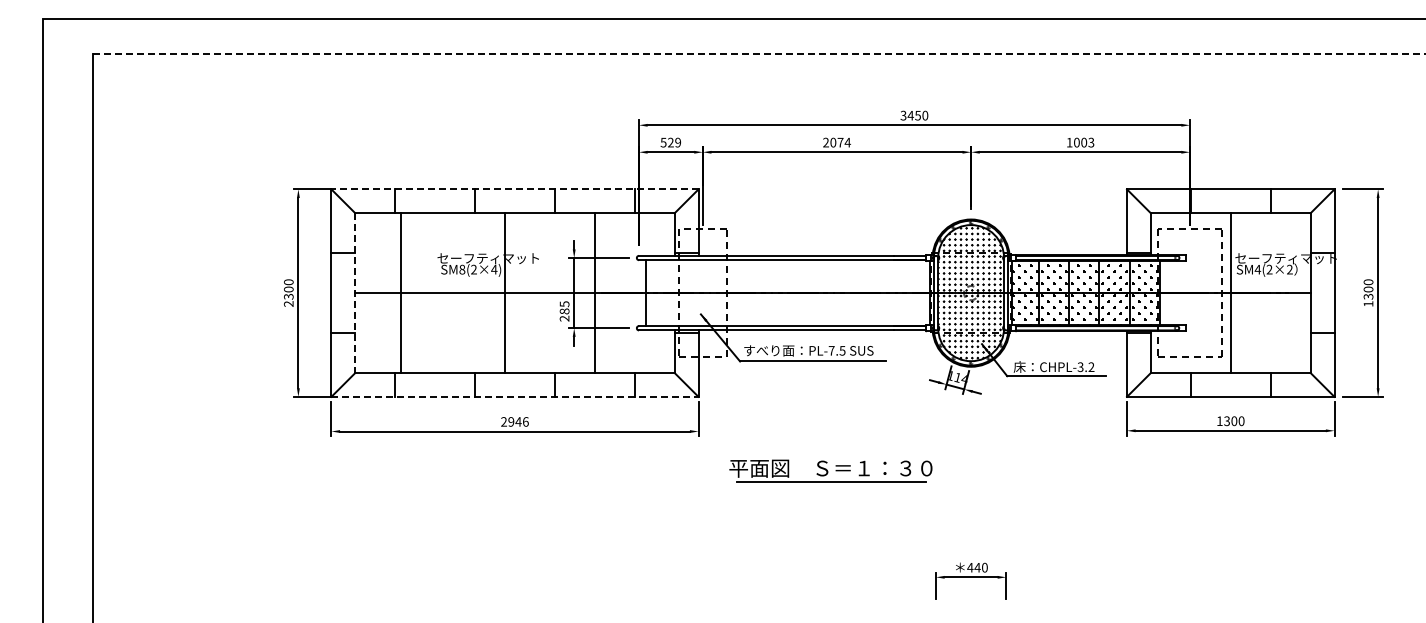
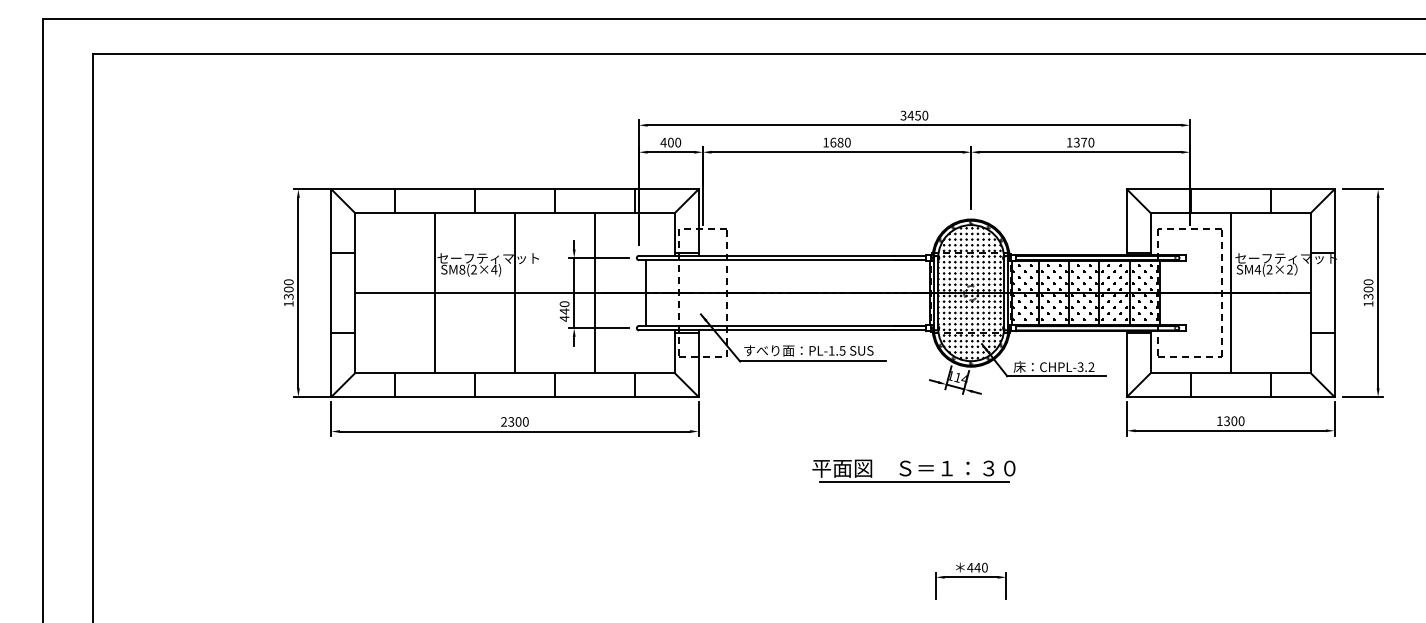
line at (759, 54): dashed -> solid
text at (670, 142): 529 -> 400
text at (836, 142): 2074 -> 1680
text at (1083, 142): 1003 -> 1370
line at (514, 189): dashed -> solid
line at (401, 292) position: (401, 292) -> (435, 292)
line at (504, 292) position: (504, 292) -> (514, 292)
line at (355, 293): dashed -> solid
text at (288, 303): 2300 -> 1300
text at (564, 311): 285 -> 440
text at (831, 350): PL-7.5 -> PL-1.5
line at (514, 396): dashed -> solid
text at (518, 421): 2946 -> 2300
part at (830, 470) position: (830, 470) -> (913, 470)
